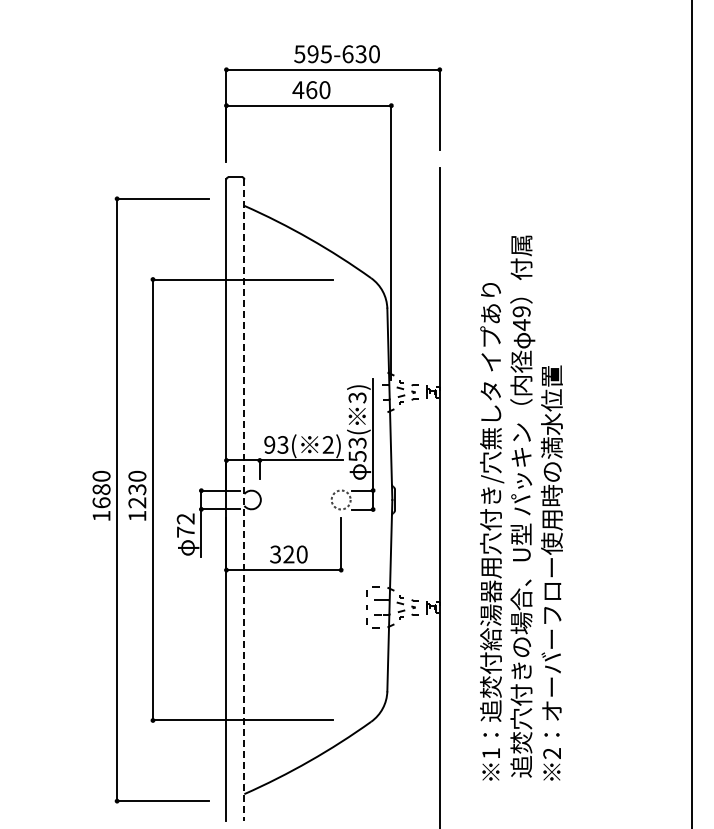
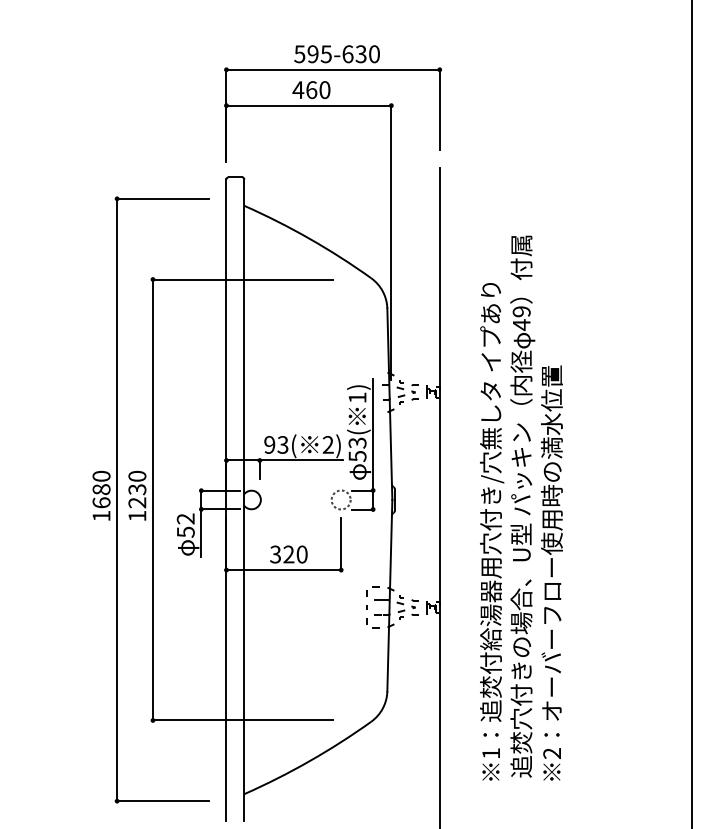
text at (357, 397): 3) -> 1)
line at (244, 500): dashed -> solid
text at (185, 531): 72 -> 52
